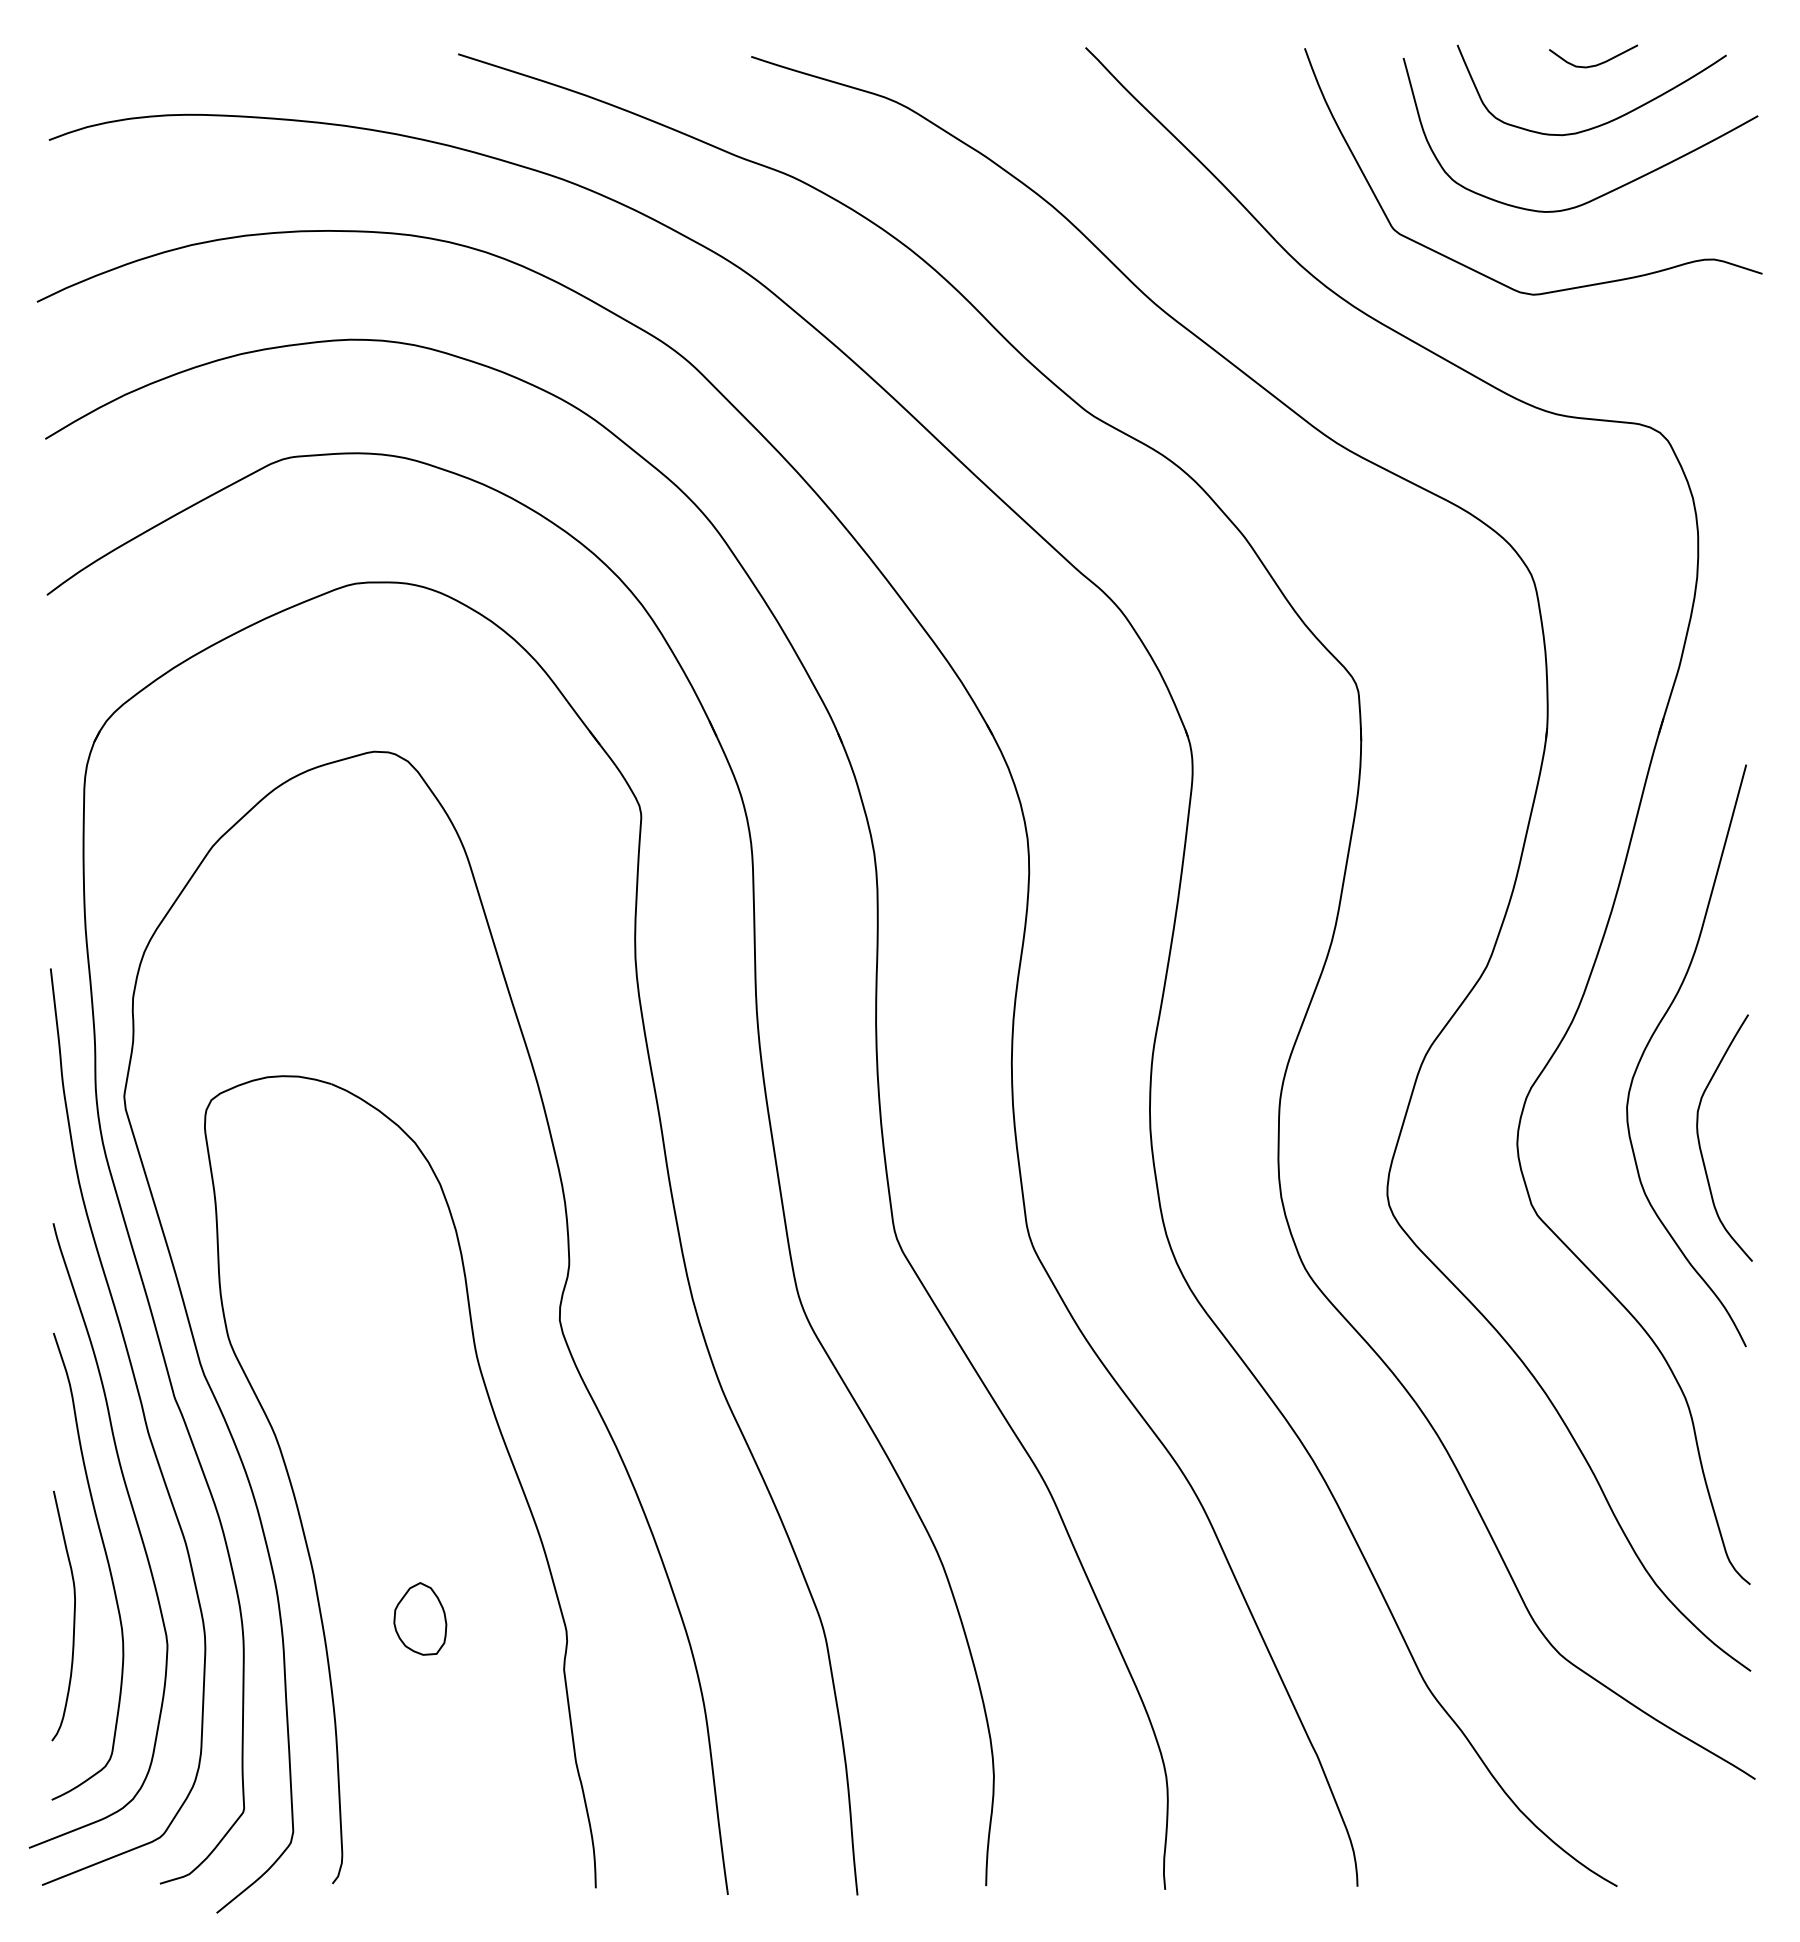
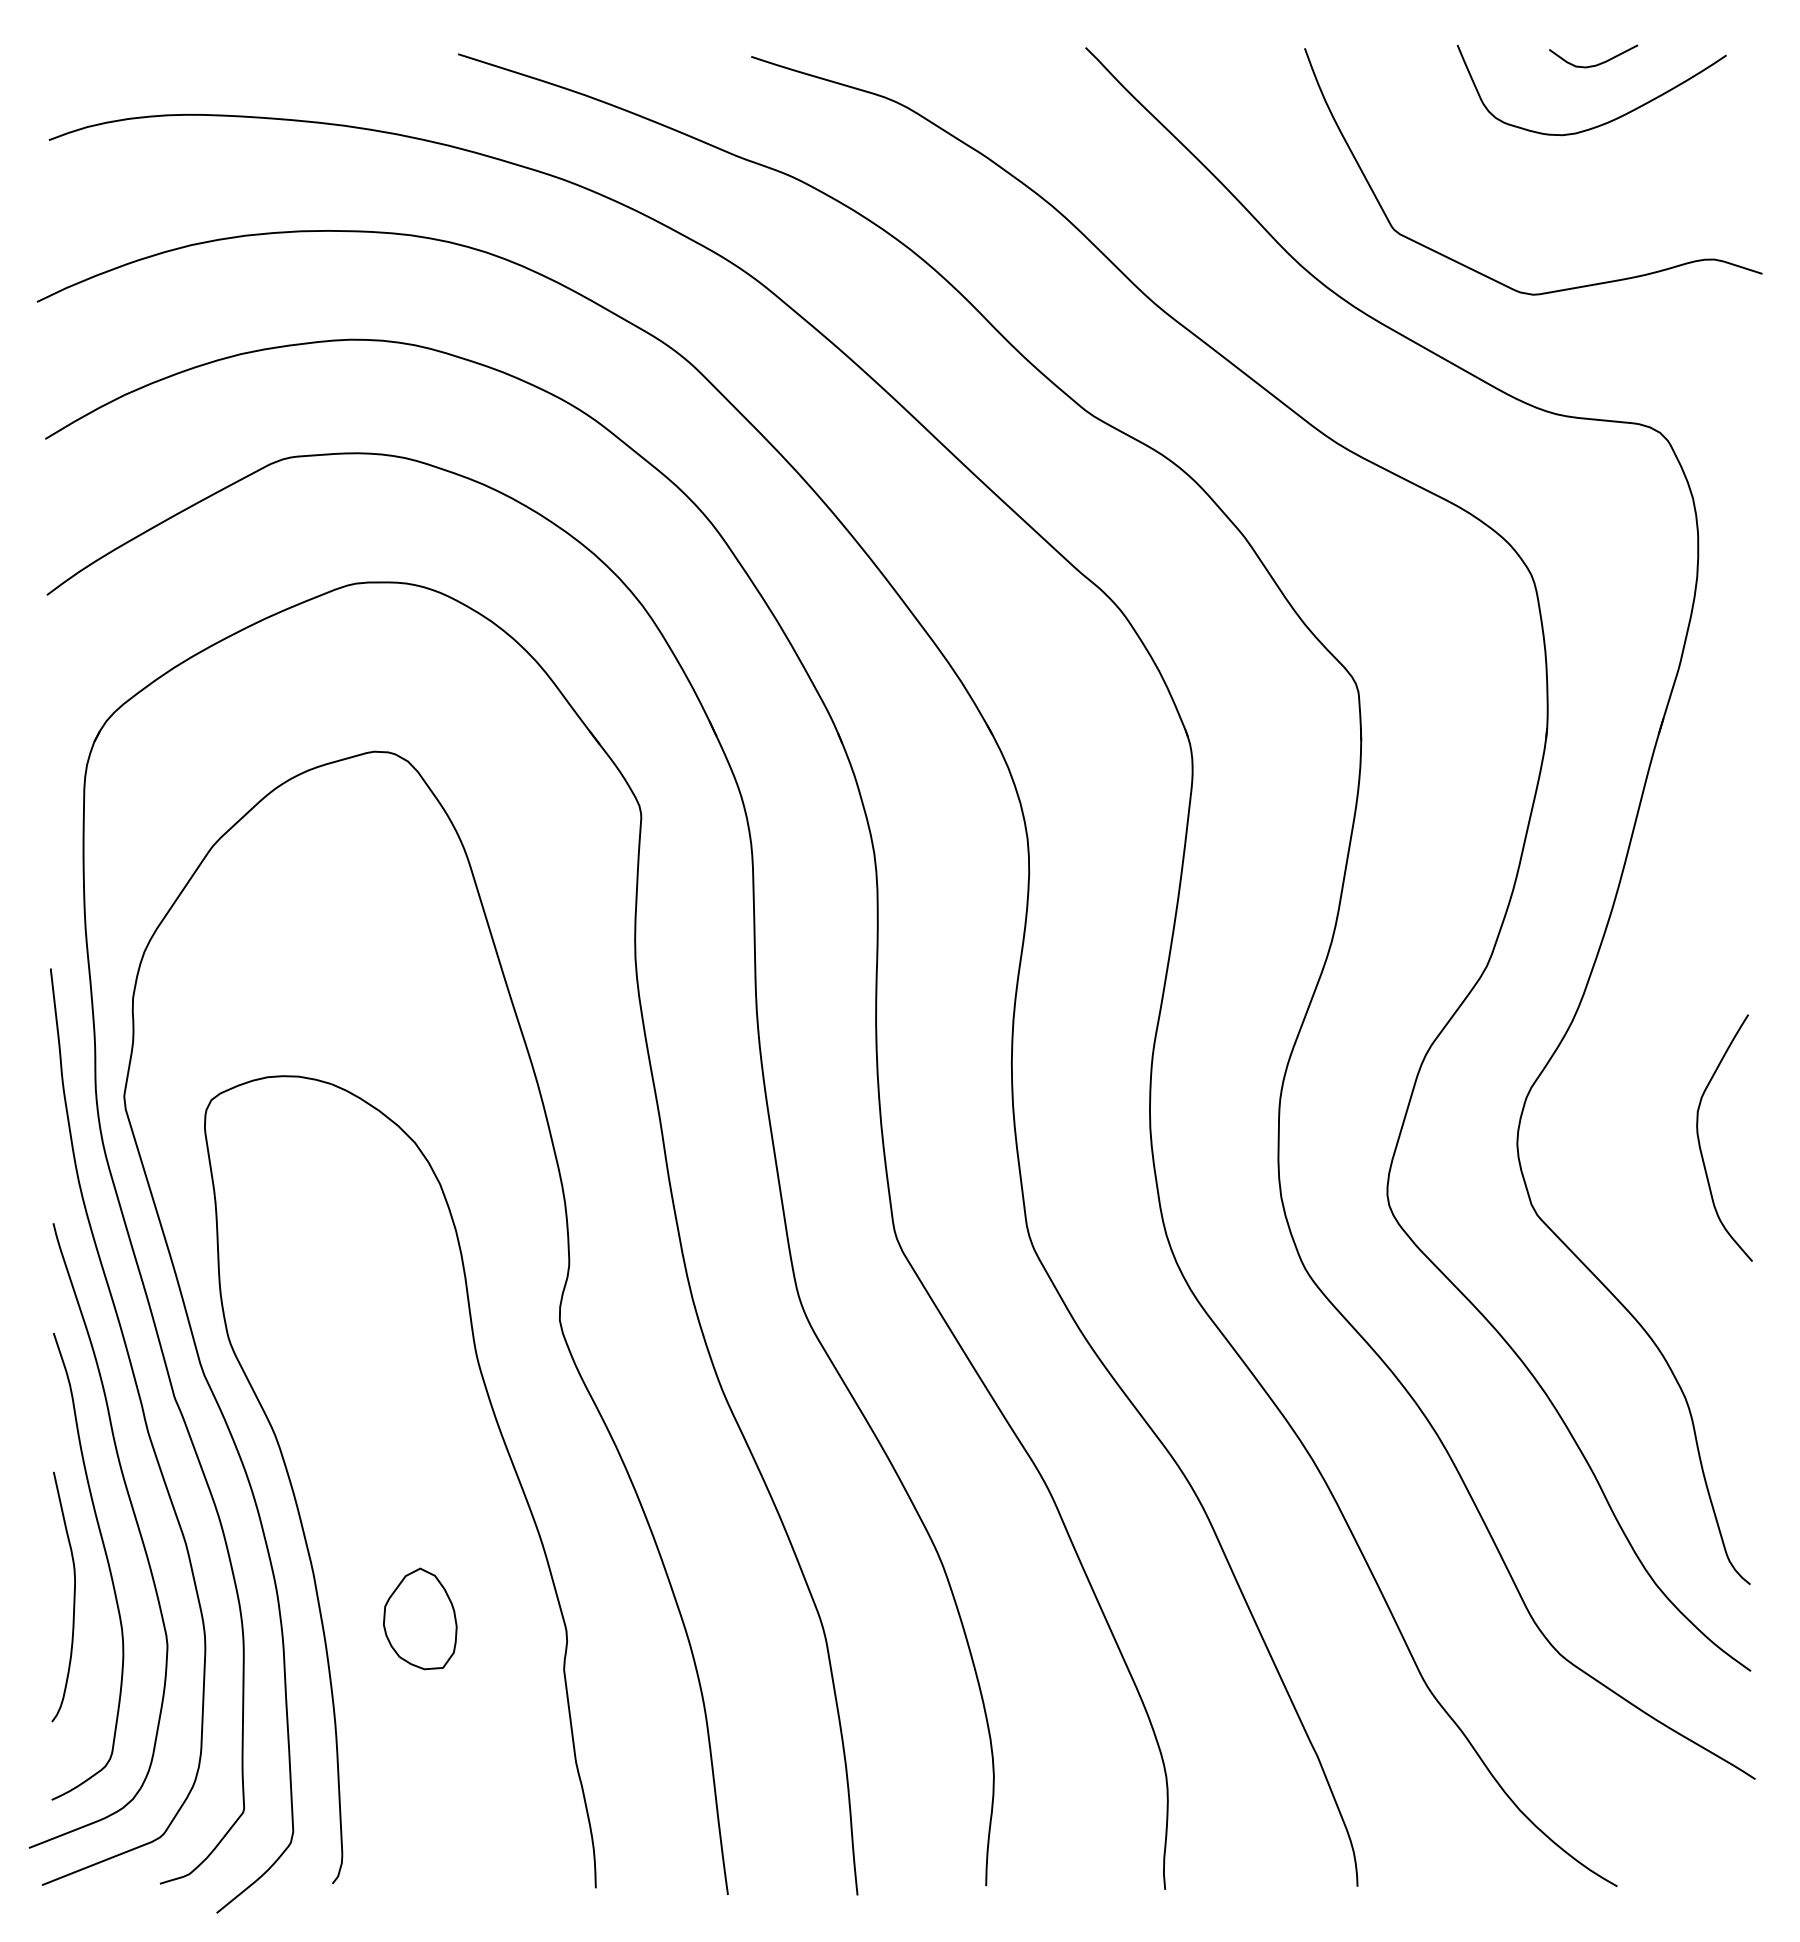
curve at (1608, 191): present -> none
curve at (1654, 1034): present -> none
curve at (73, 1615) position: (73, 1615) -> (73, 1596)
part at (420, 1618) size: 55x74 px -> 75x104 px
